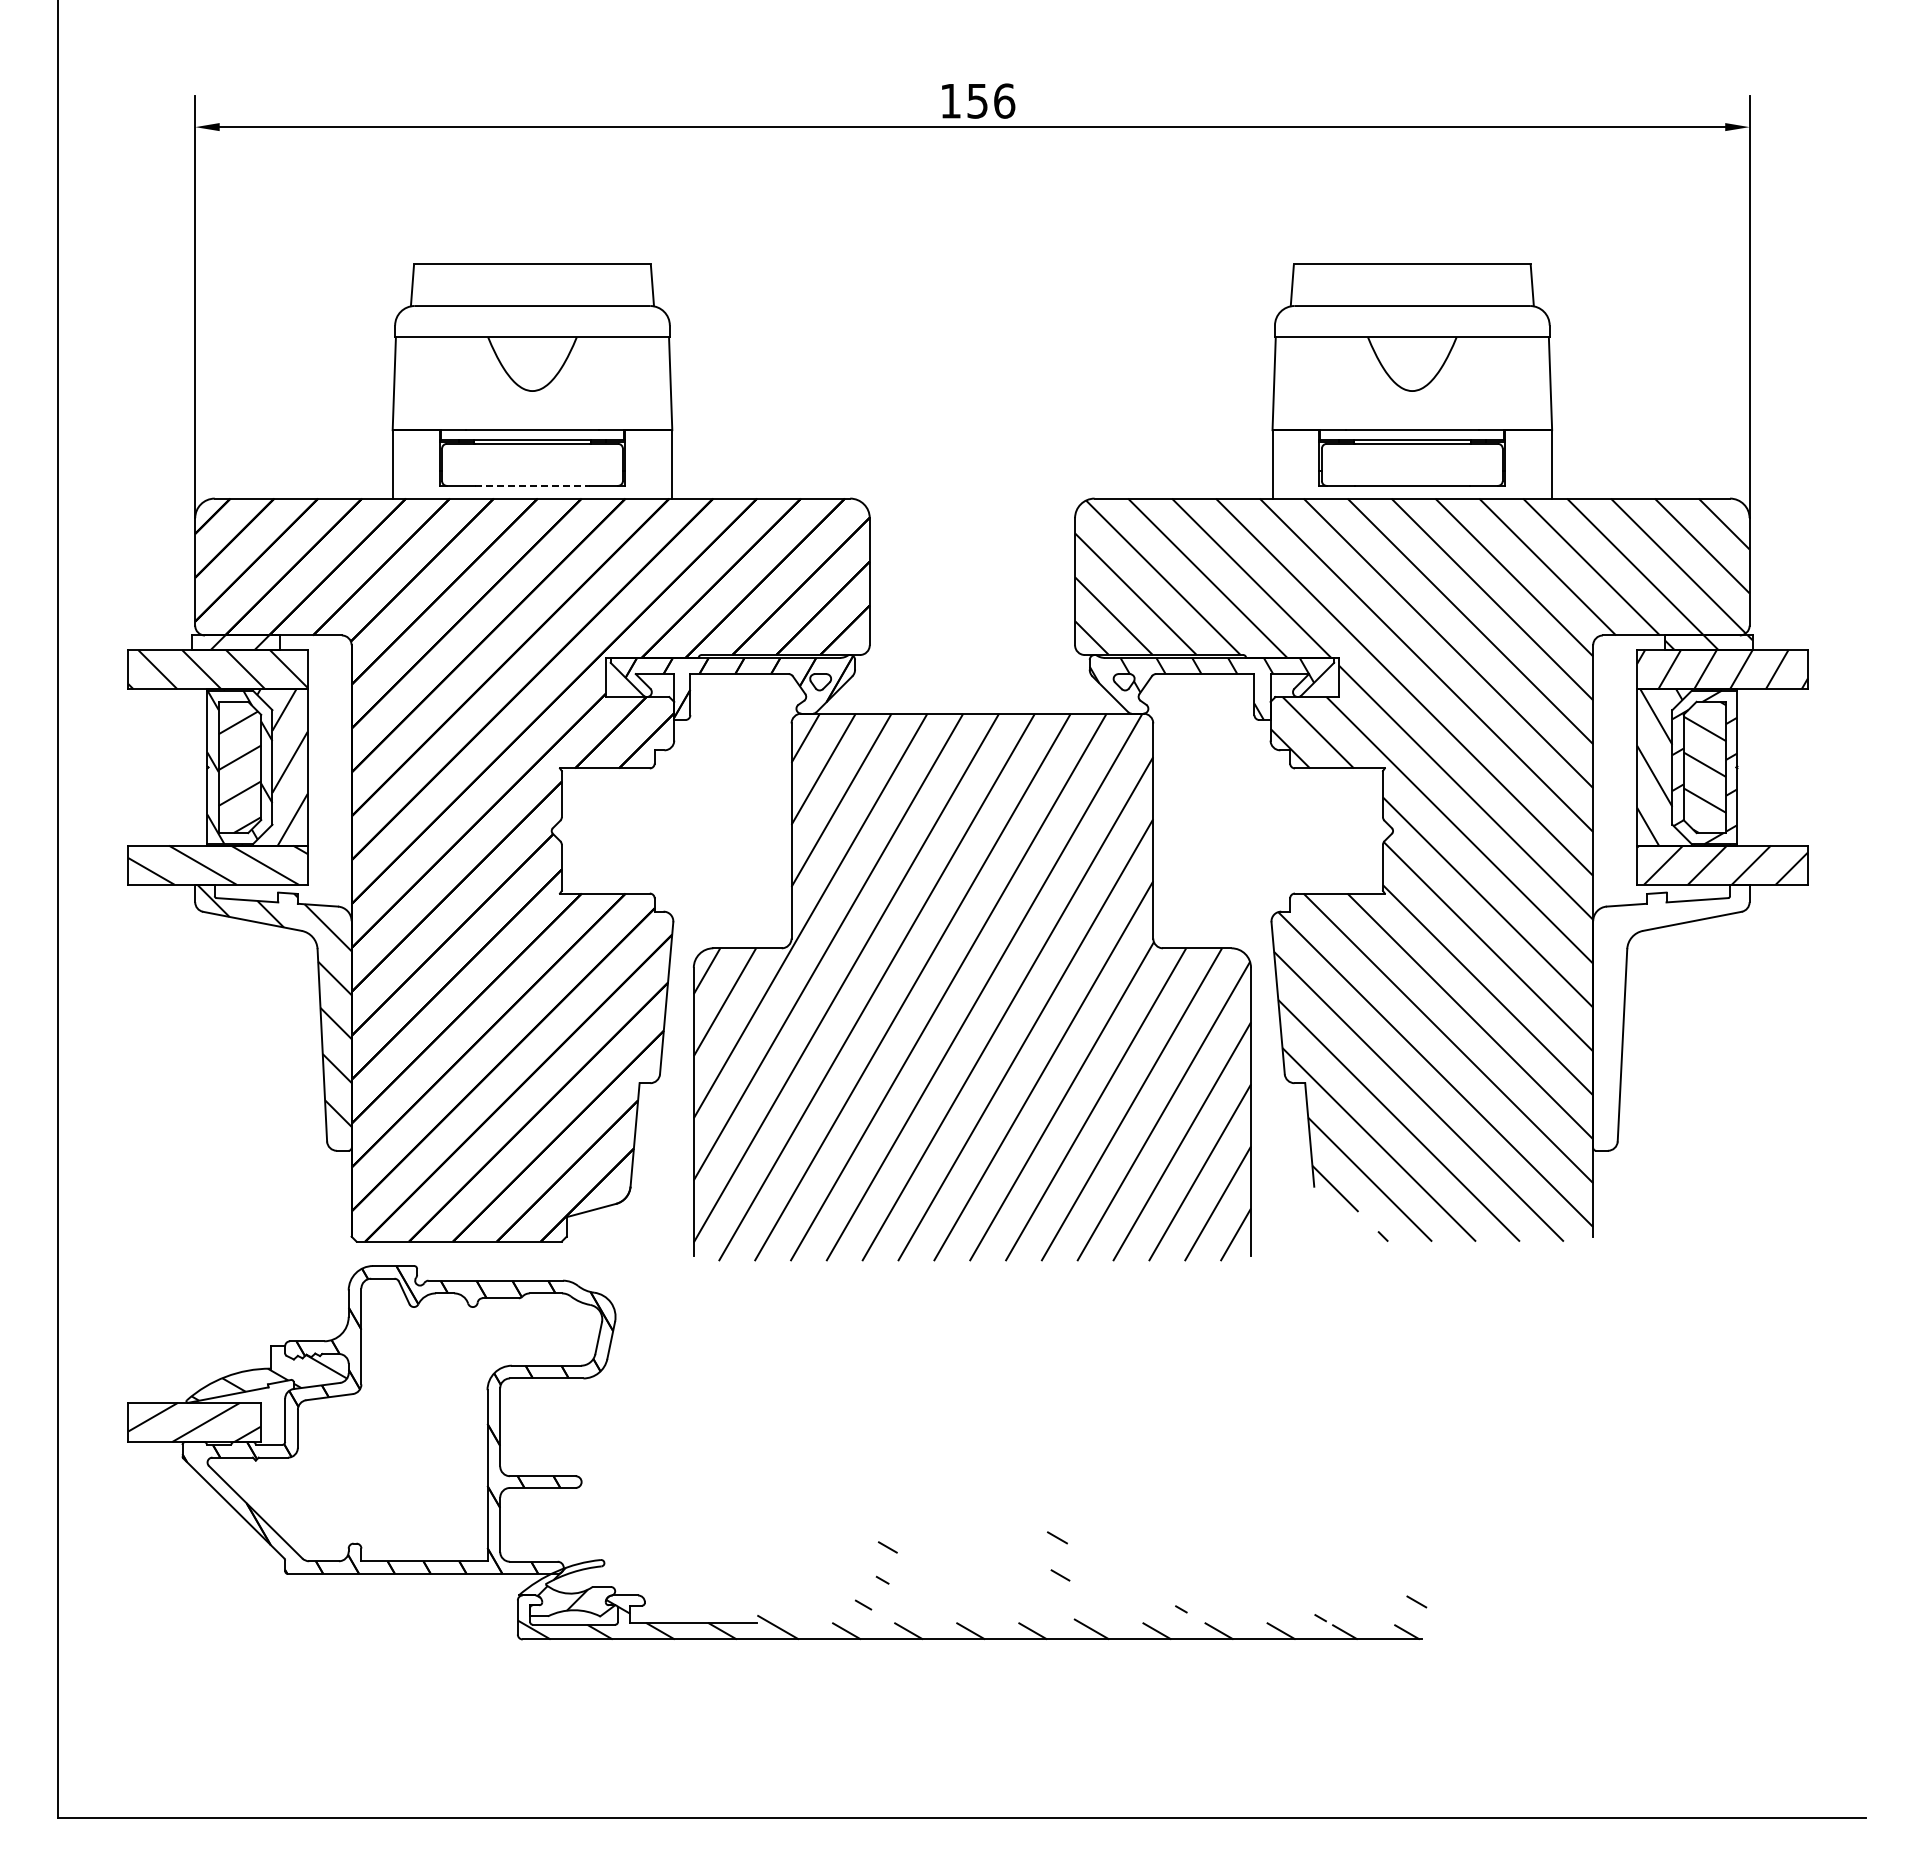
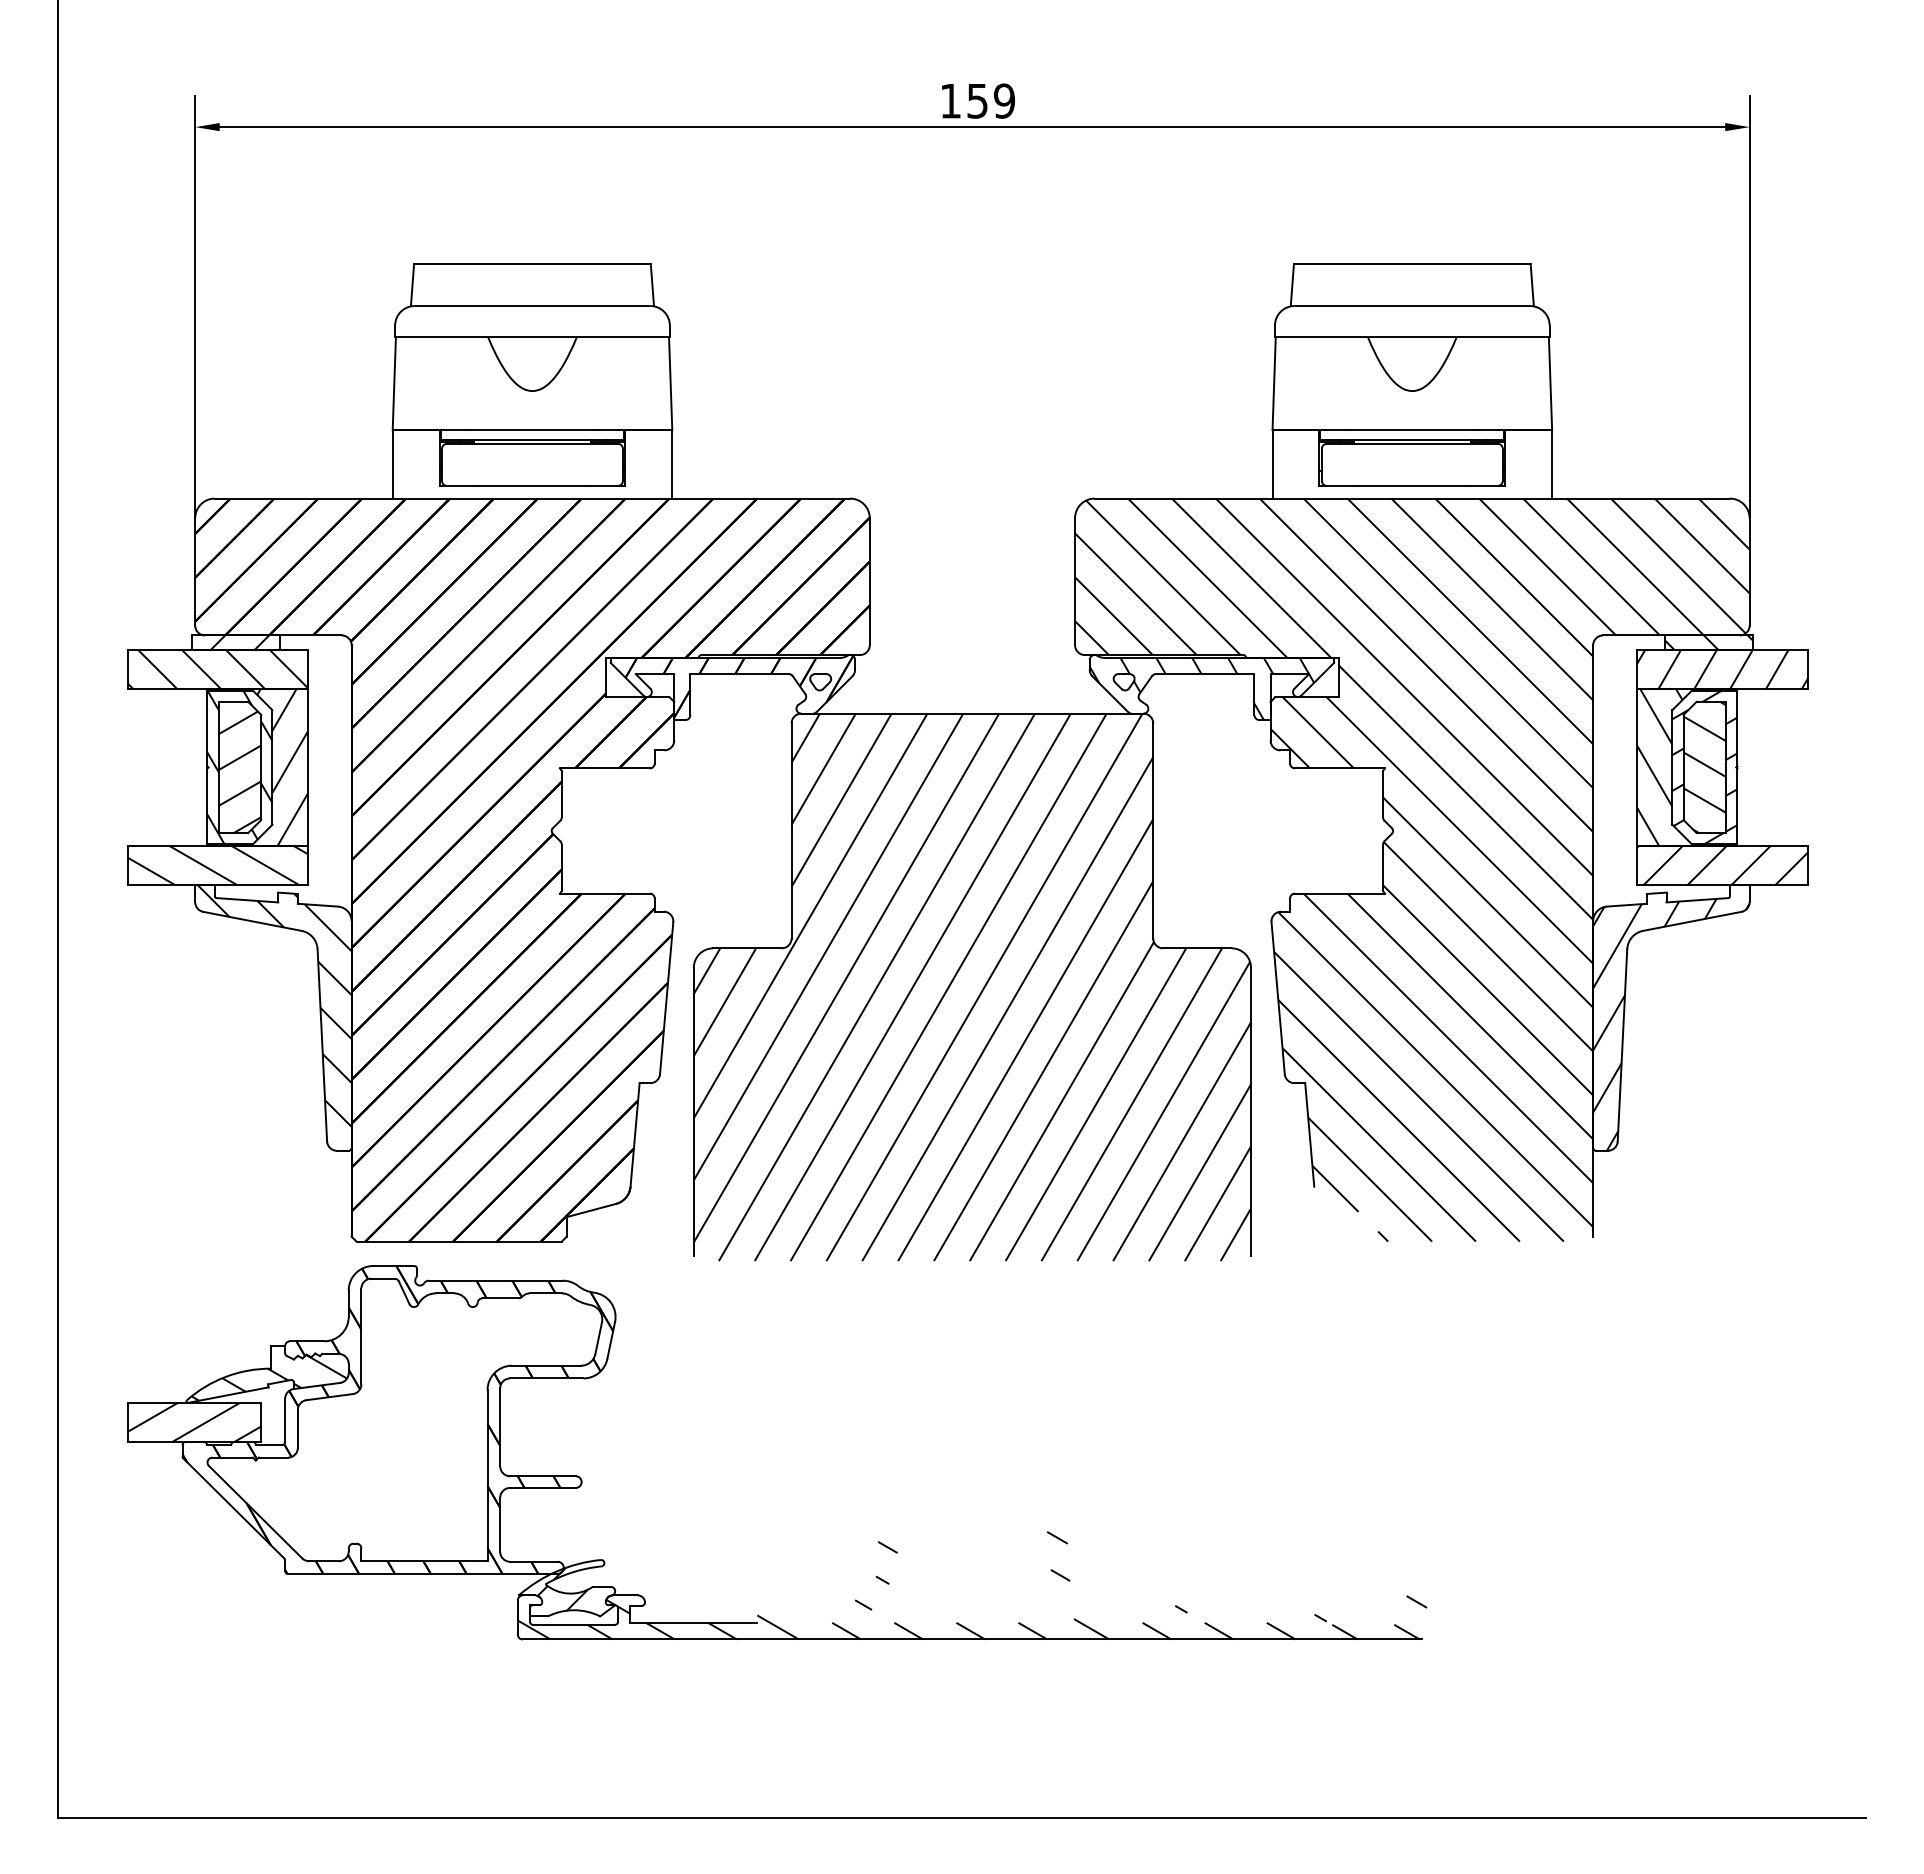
text at (1004, 100): 156 -> 159
line at (532, 485): dashed -> solid
hatch at (1671, 1021): none -> present
